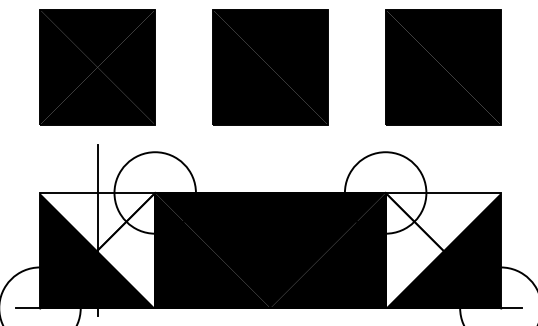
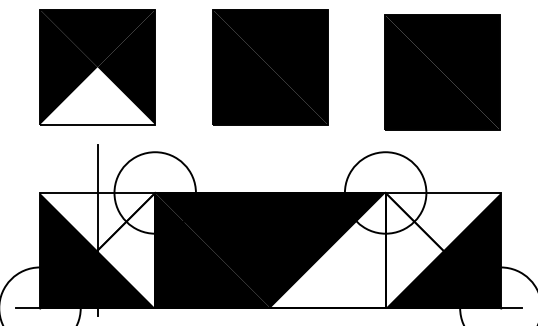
part at (443, 67) position: (443, 67) -> (442, 72)
fill at (97, 95): present -> none
fill at (327, 250): present -> none
